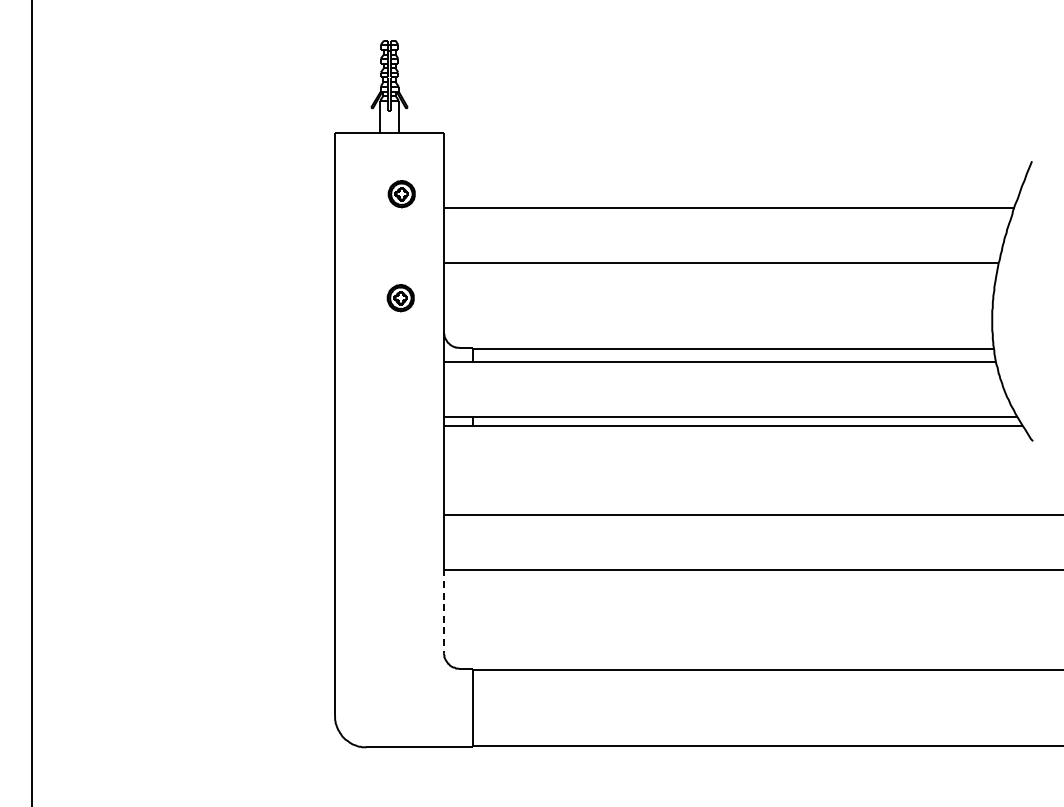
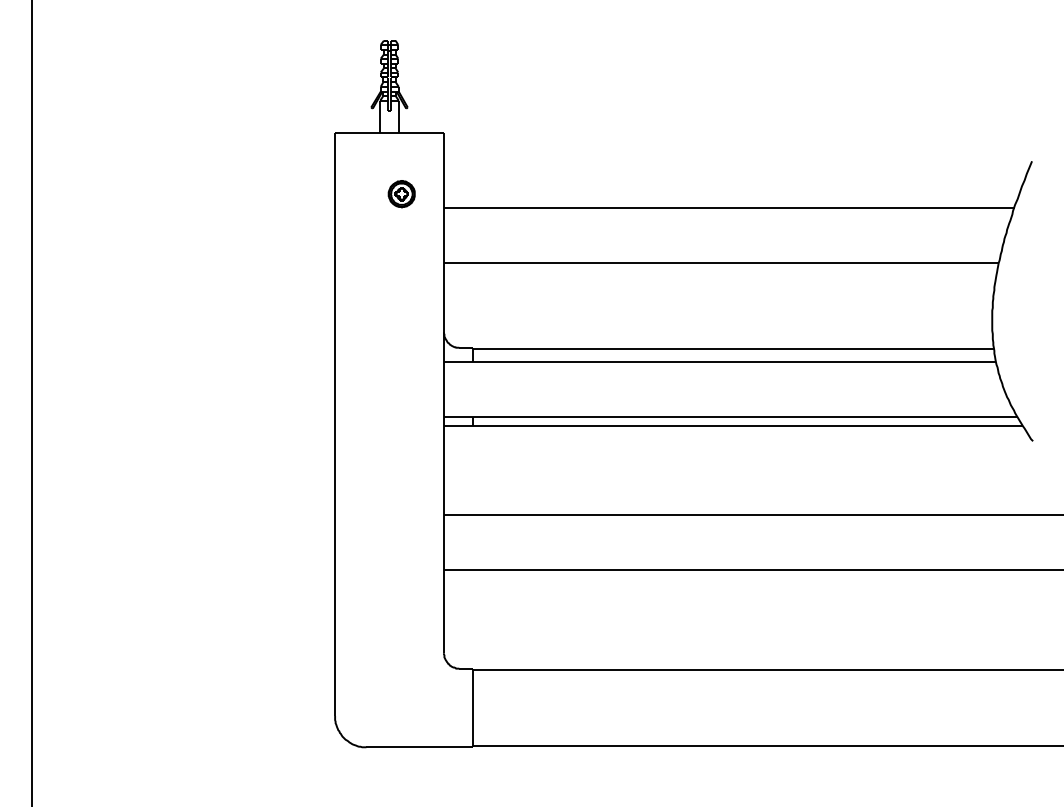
part at (400, 298): present -> none
line at (443, 611): dashed -> solid
